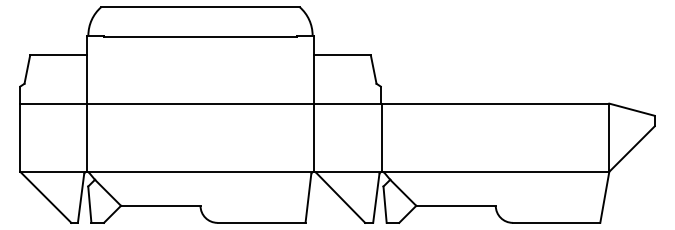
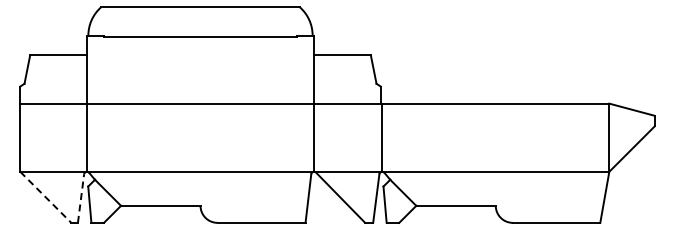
line at (46, 197): solid -> dashed
line at (81, 198): solid -> dashed
